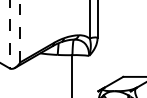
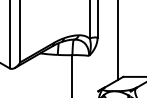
line at (20, 30): dashed -> solid
line at (9, 34): dashed -> solid
line at (118, 40): none -> present
